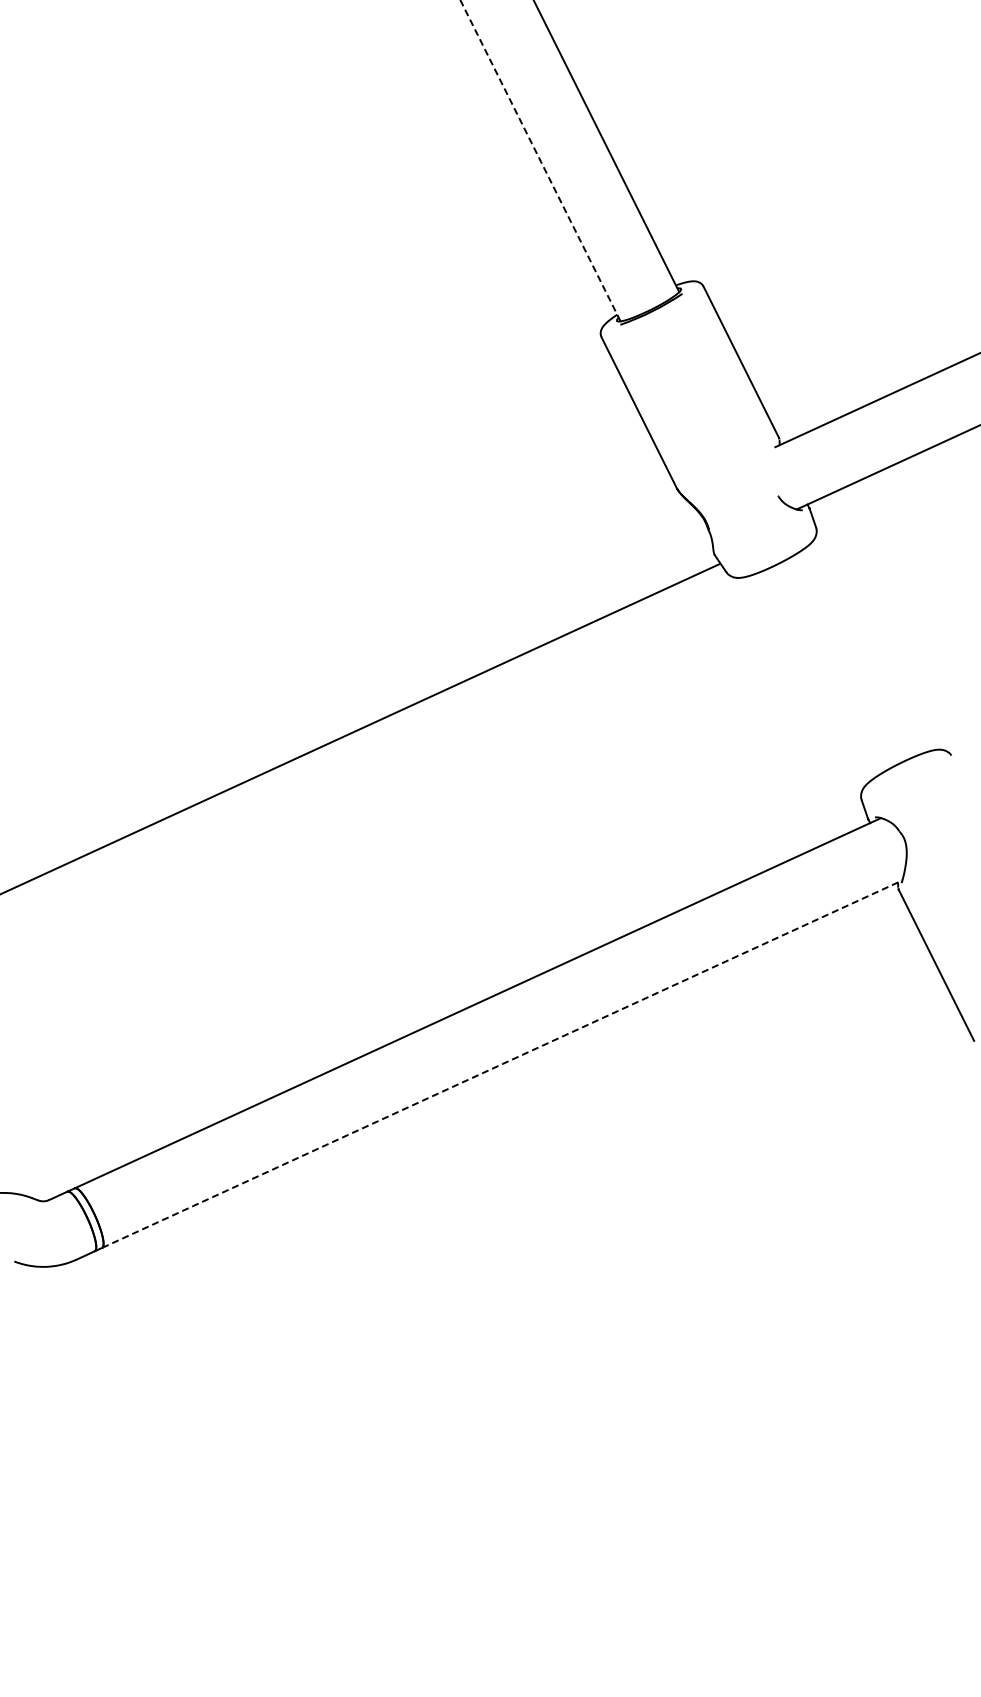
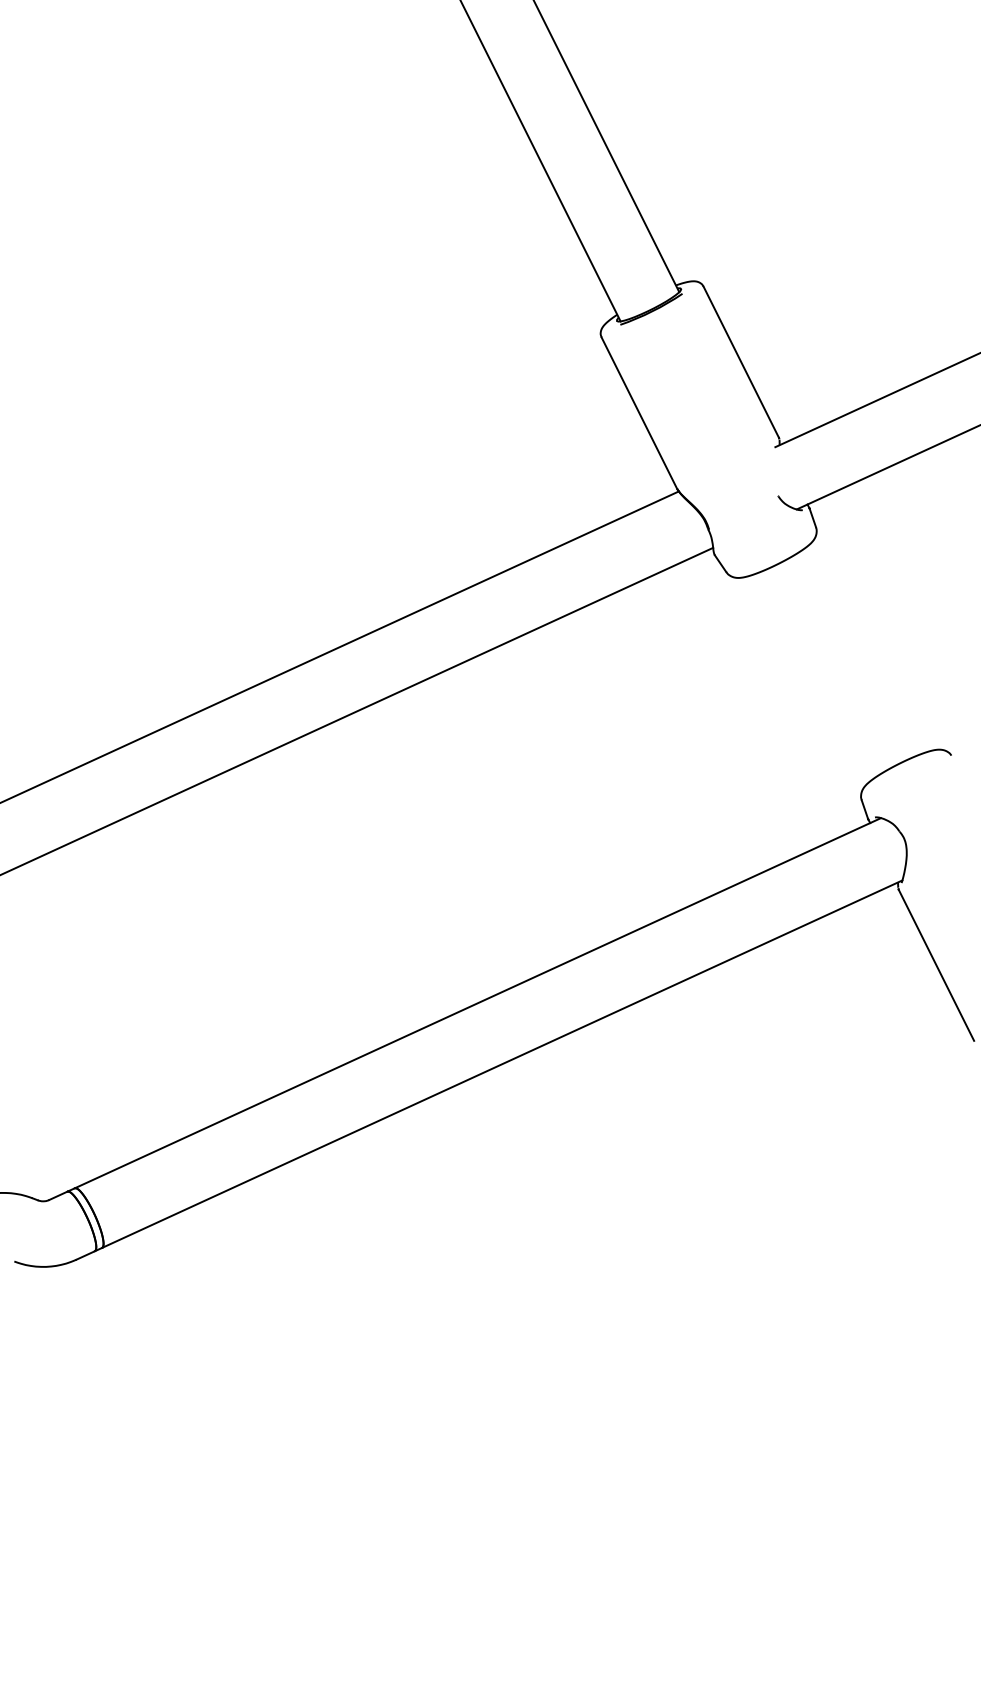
line at (540, 161): dashed -> solid
line at (340, 646): none -> present
line at (361, 728) position: (361, 728) -> (357, 710)
line at (502, 1063): dashed -> solid
